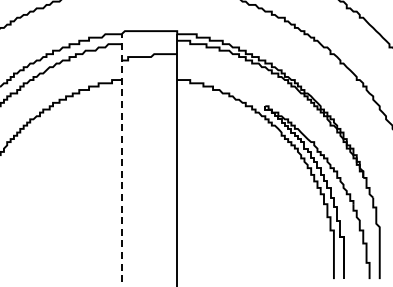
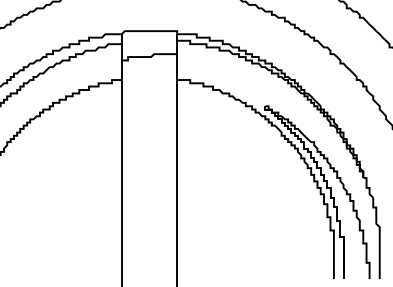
line at (121, 160): dashed -> solid
